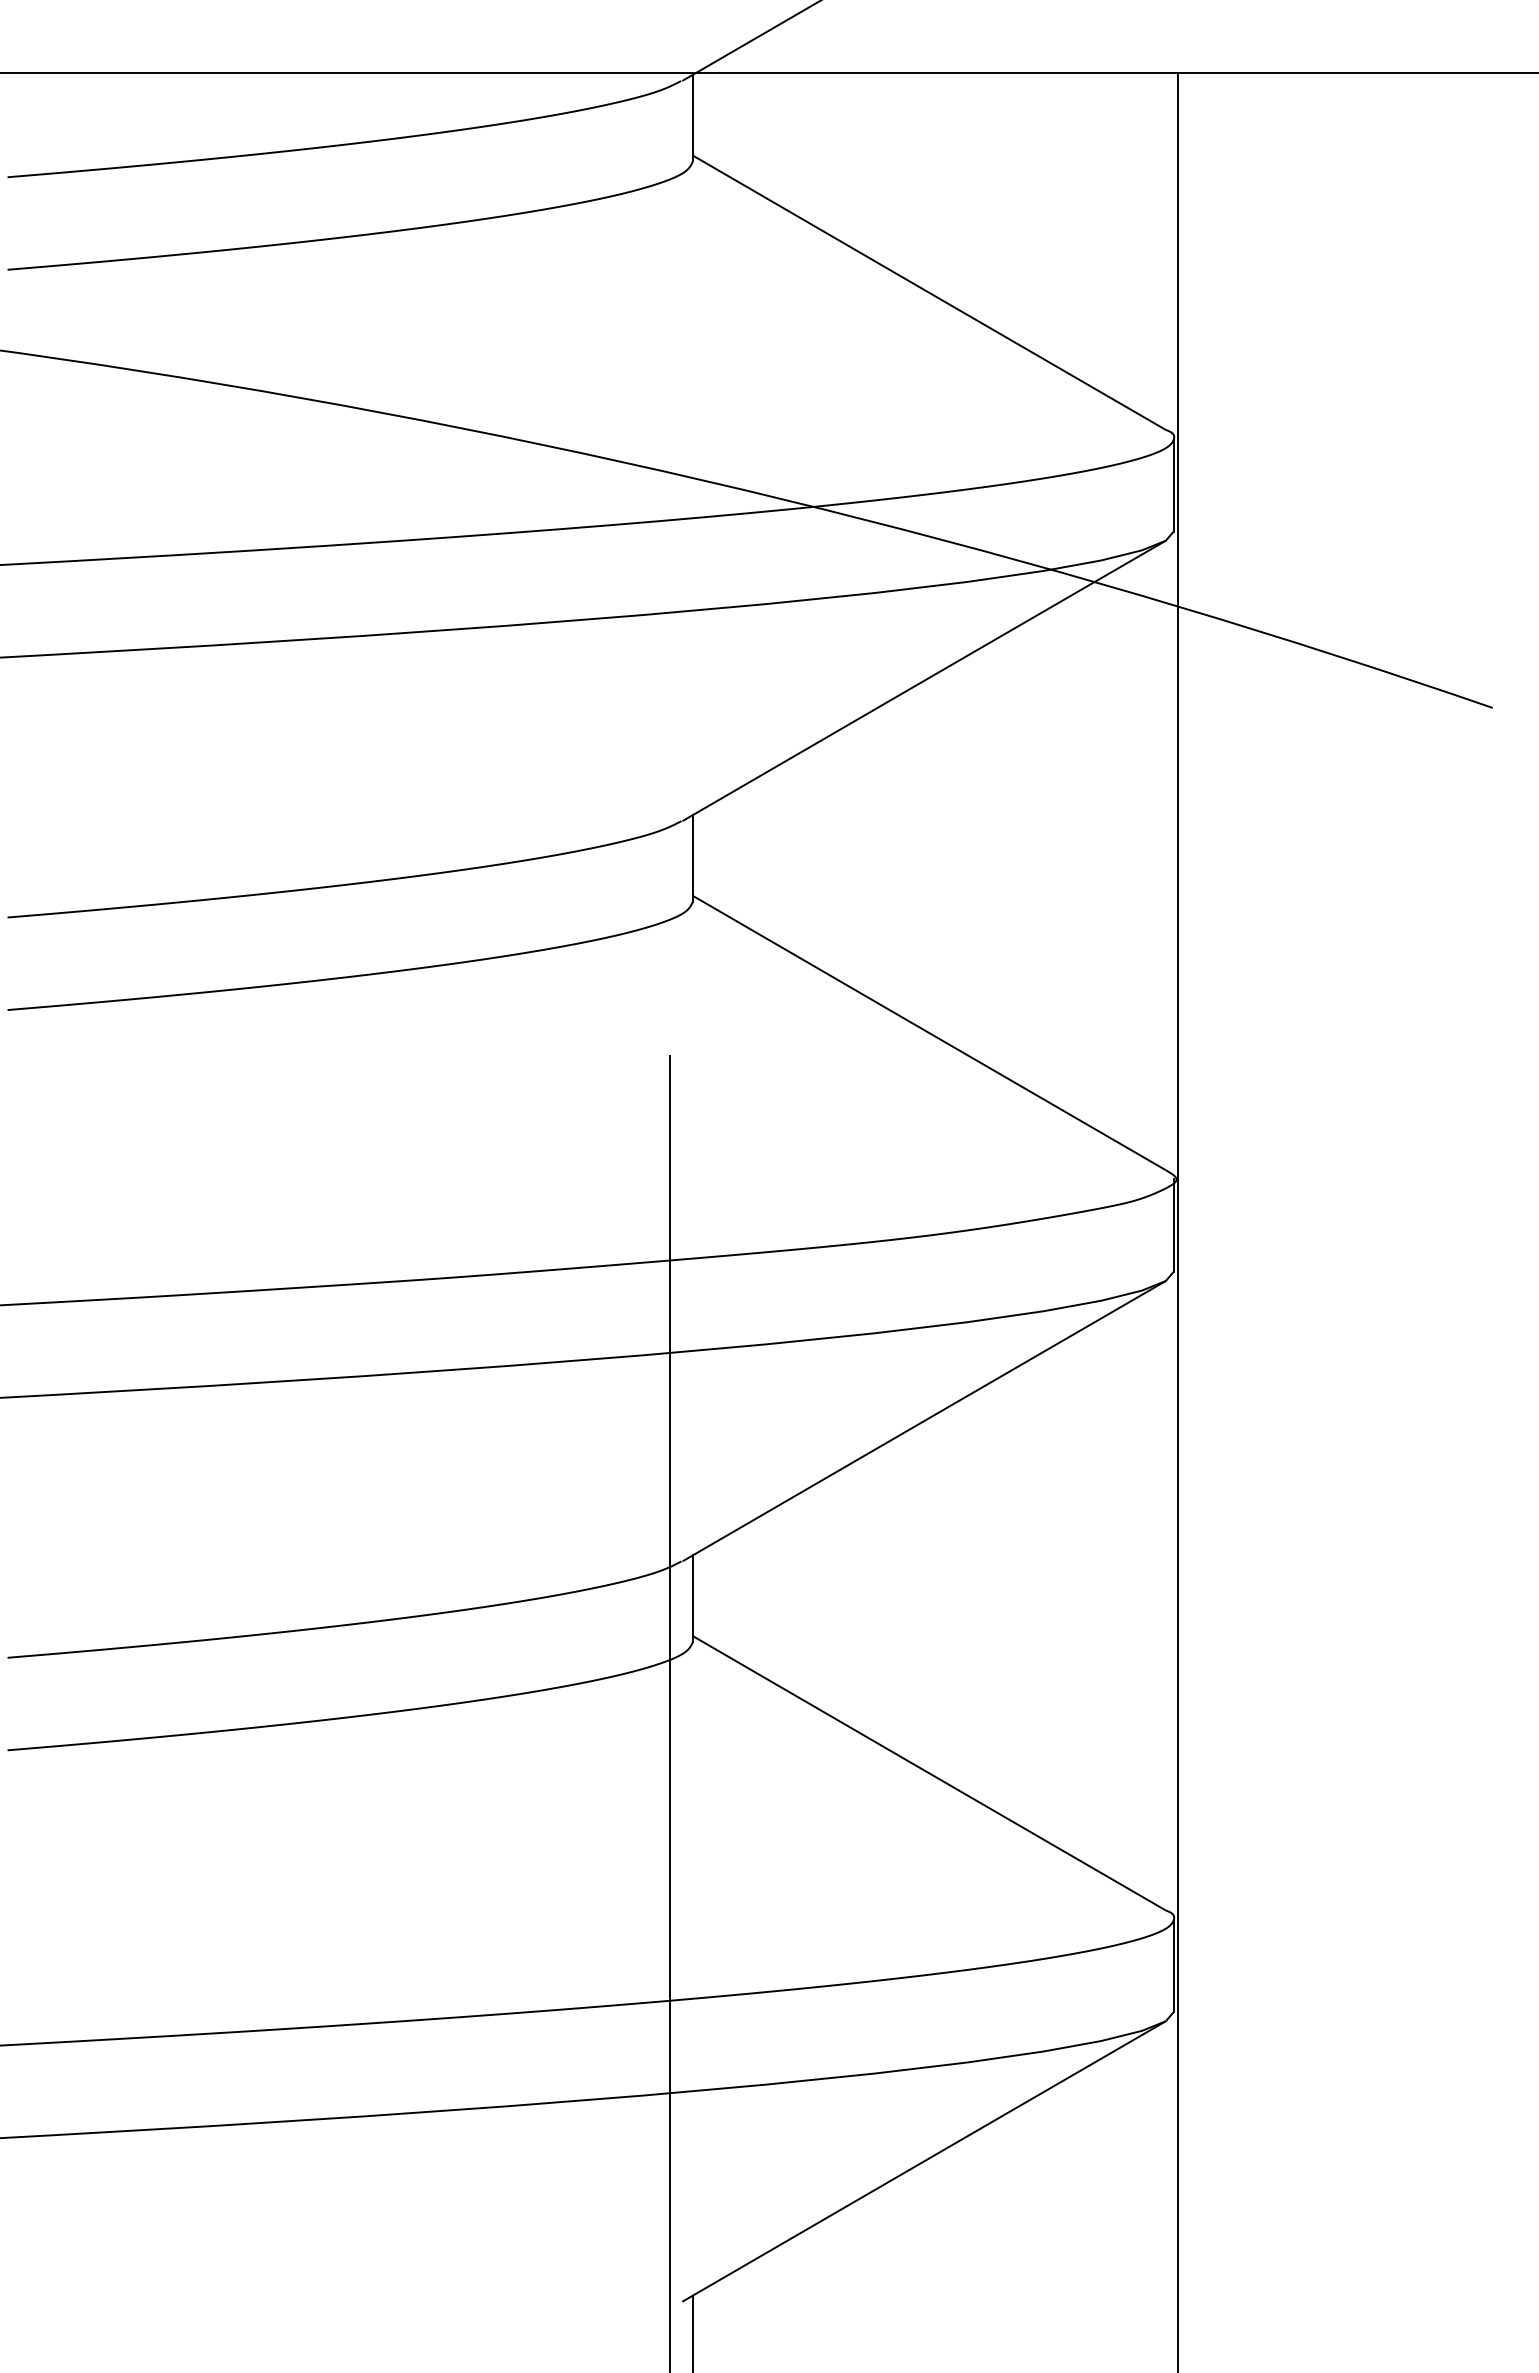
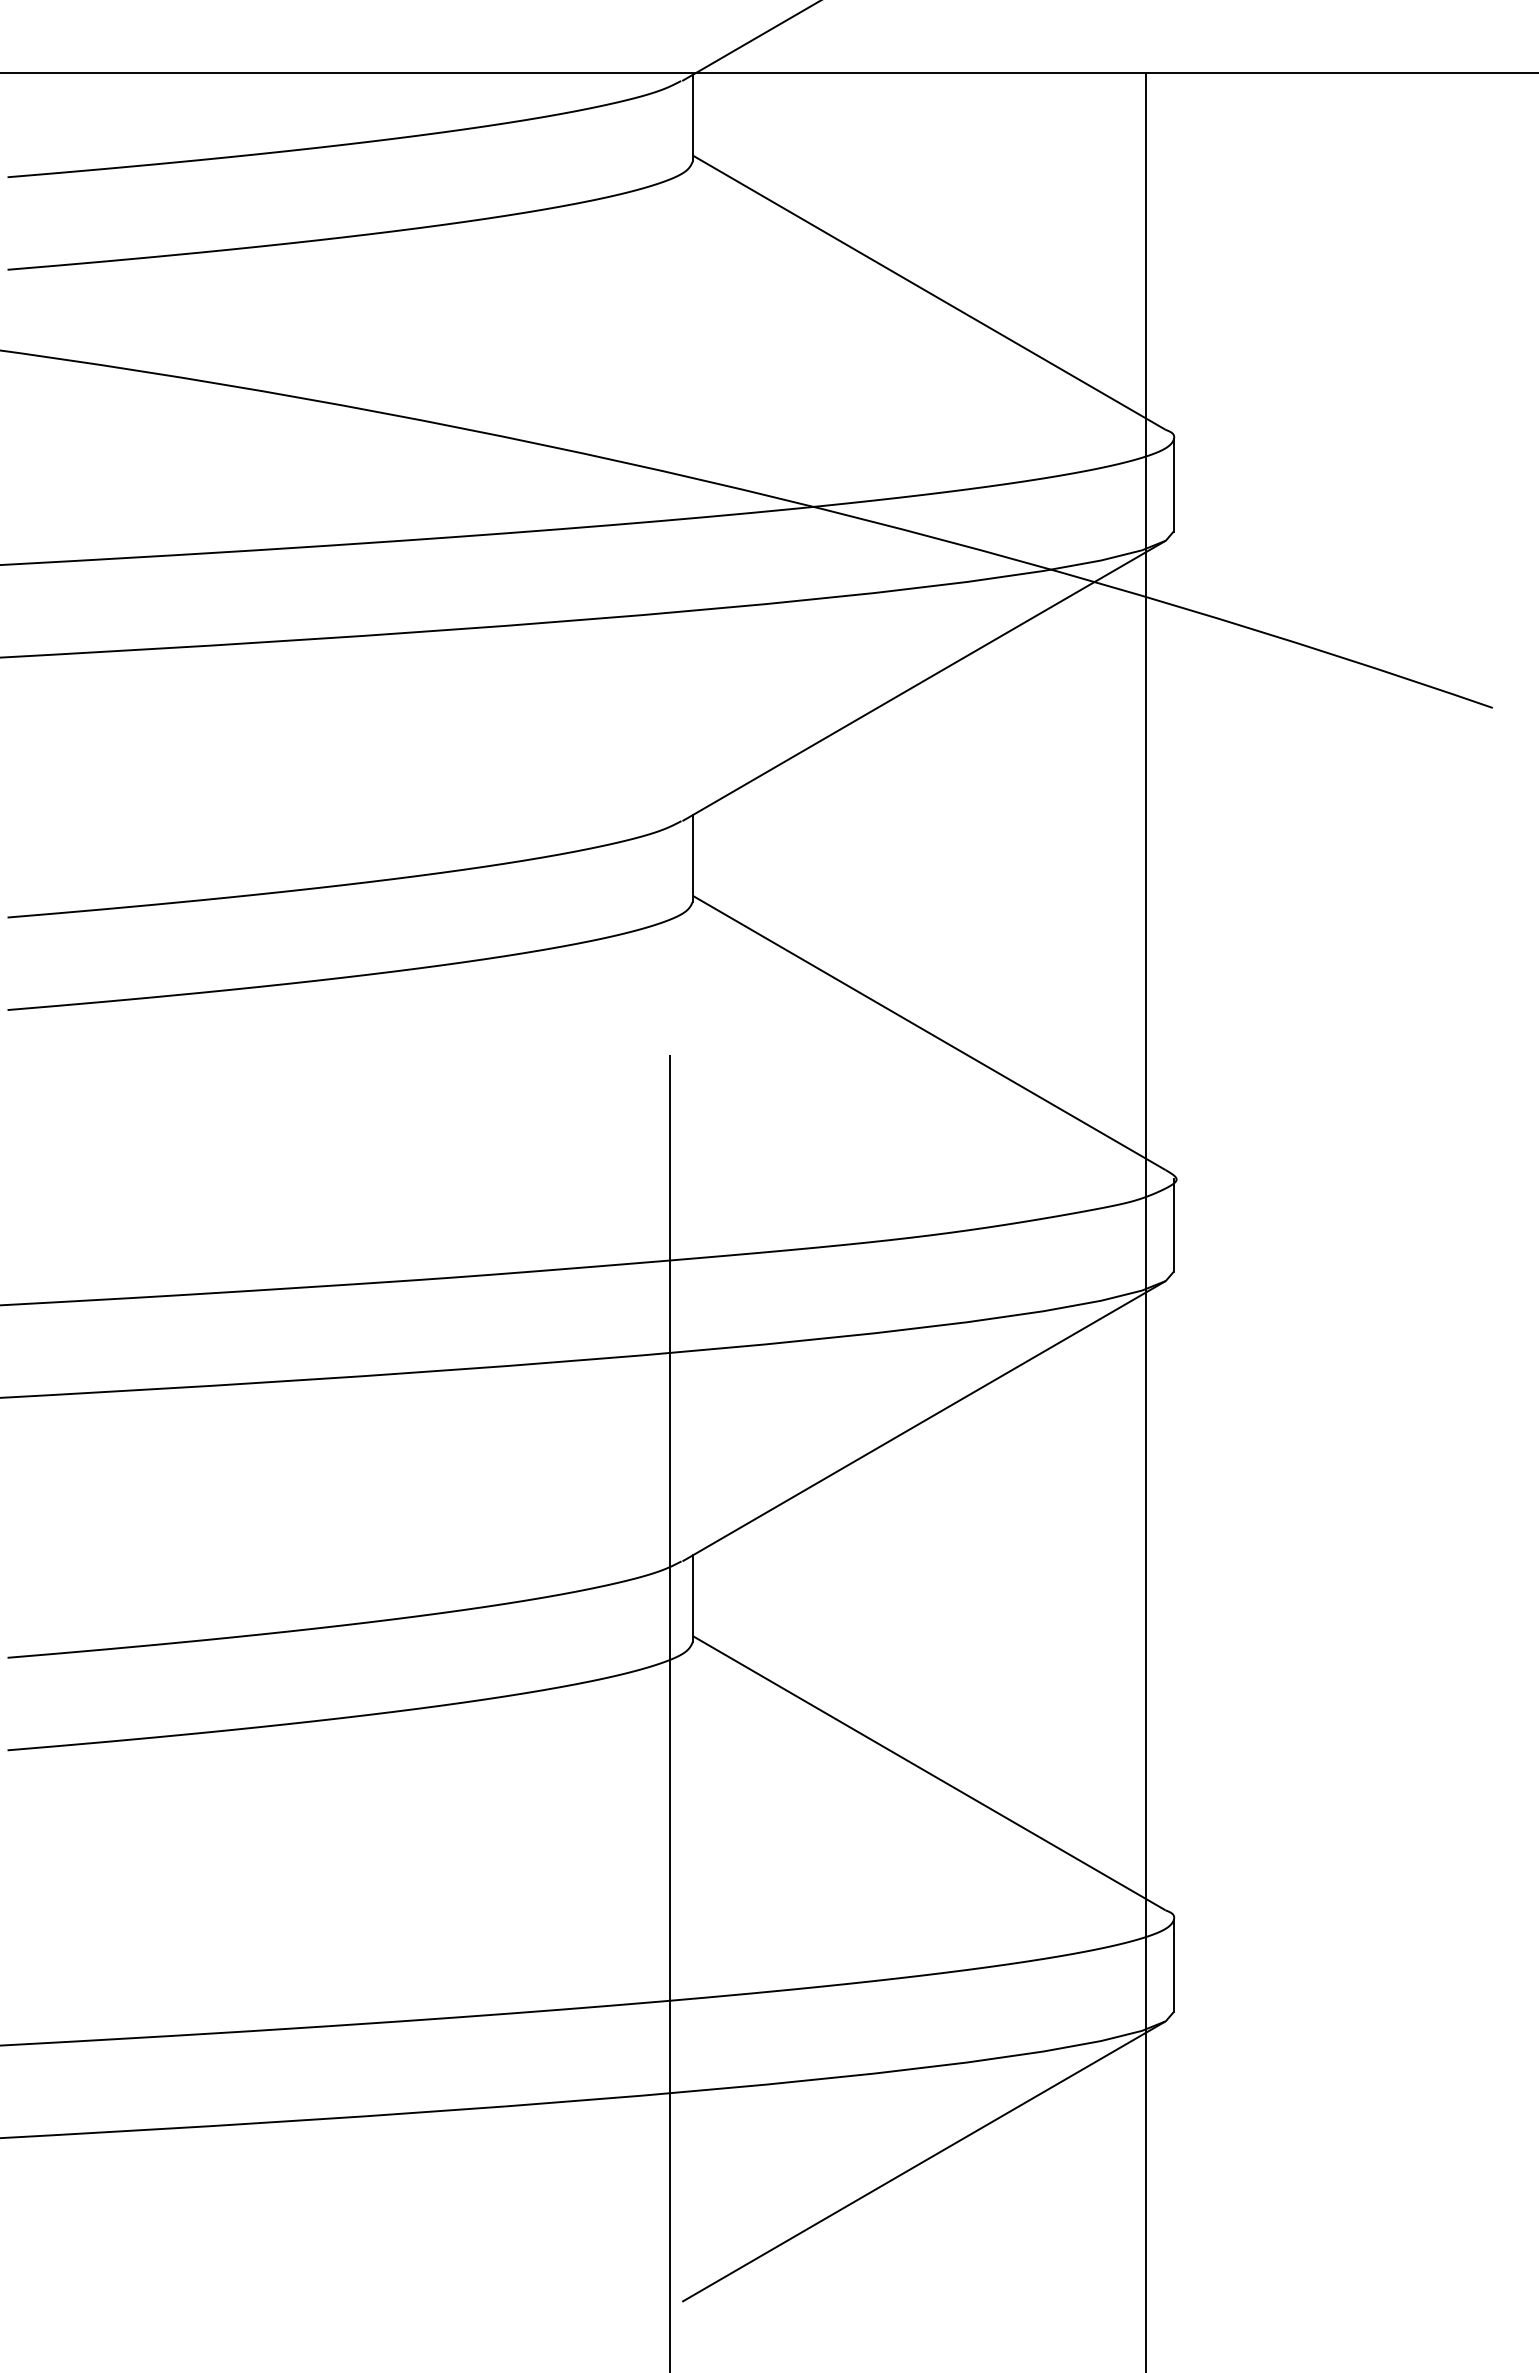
line at (1178, 1221) position: (1178, 1221) -> (1146, 1221)
line at (692, 2332): present -> none
